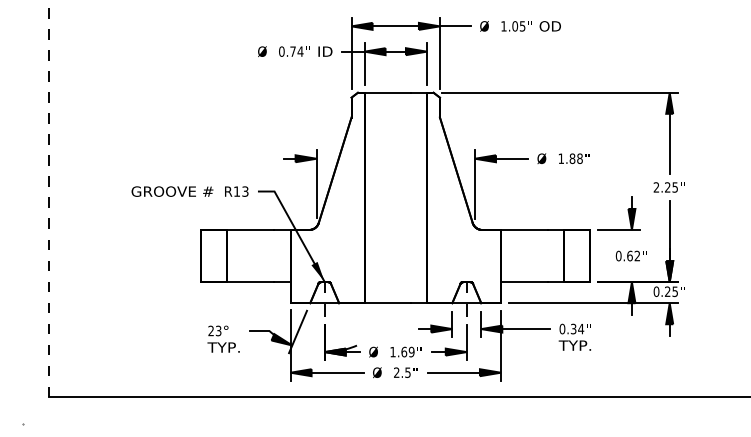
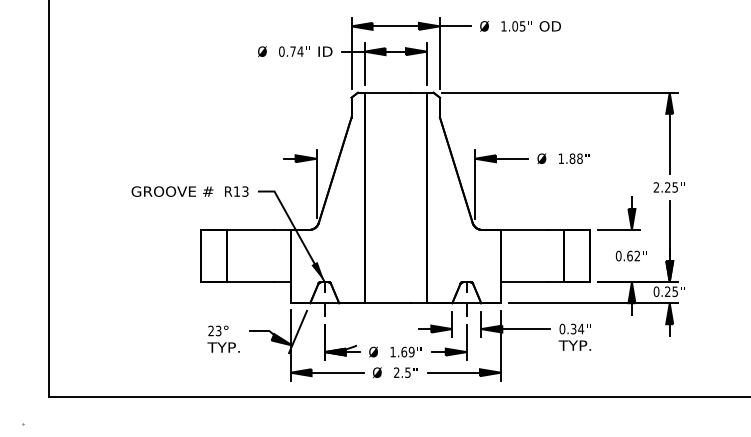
line at (48, 198): dashed -> solid
